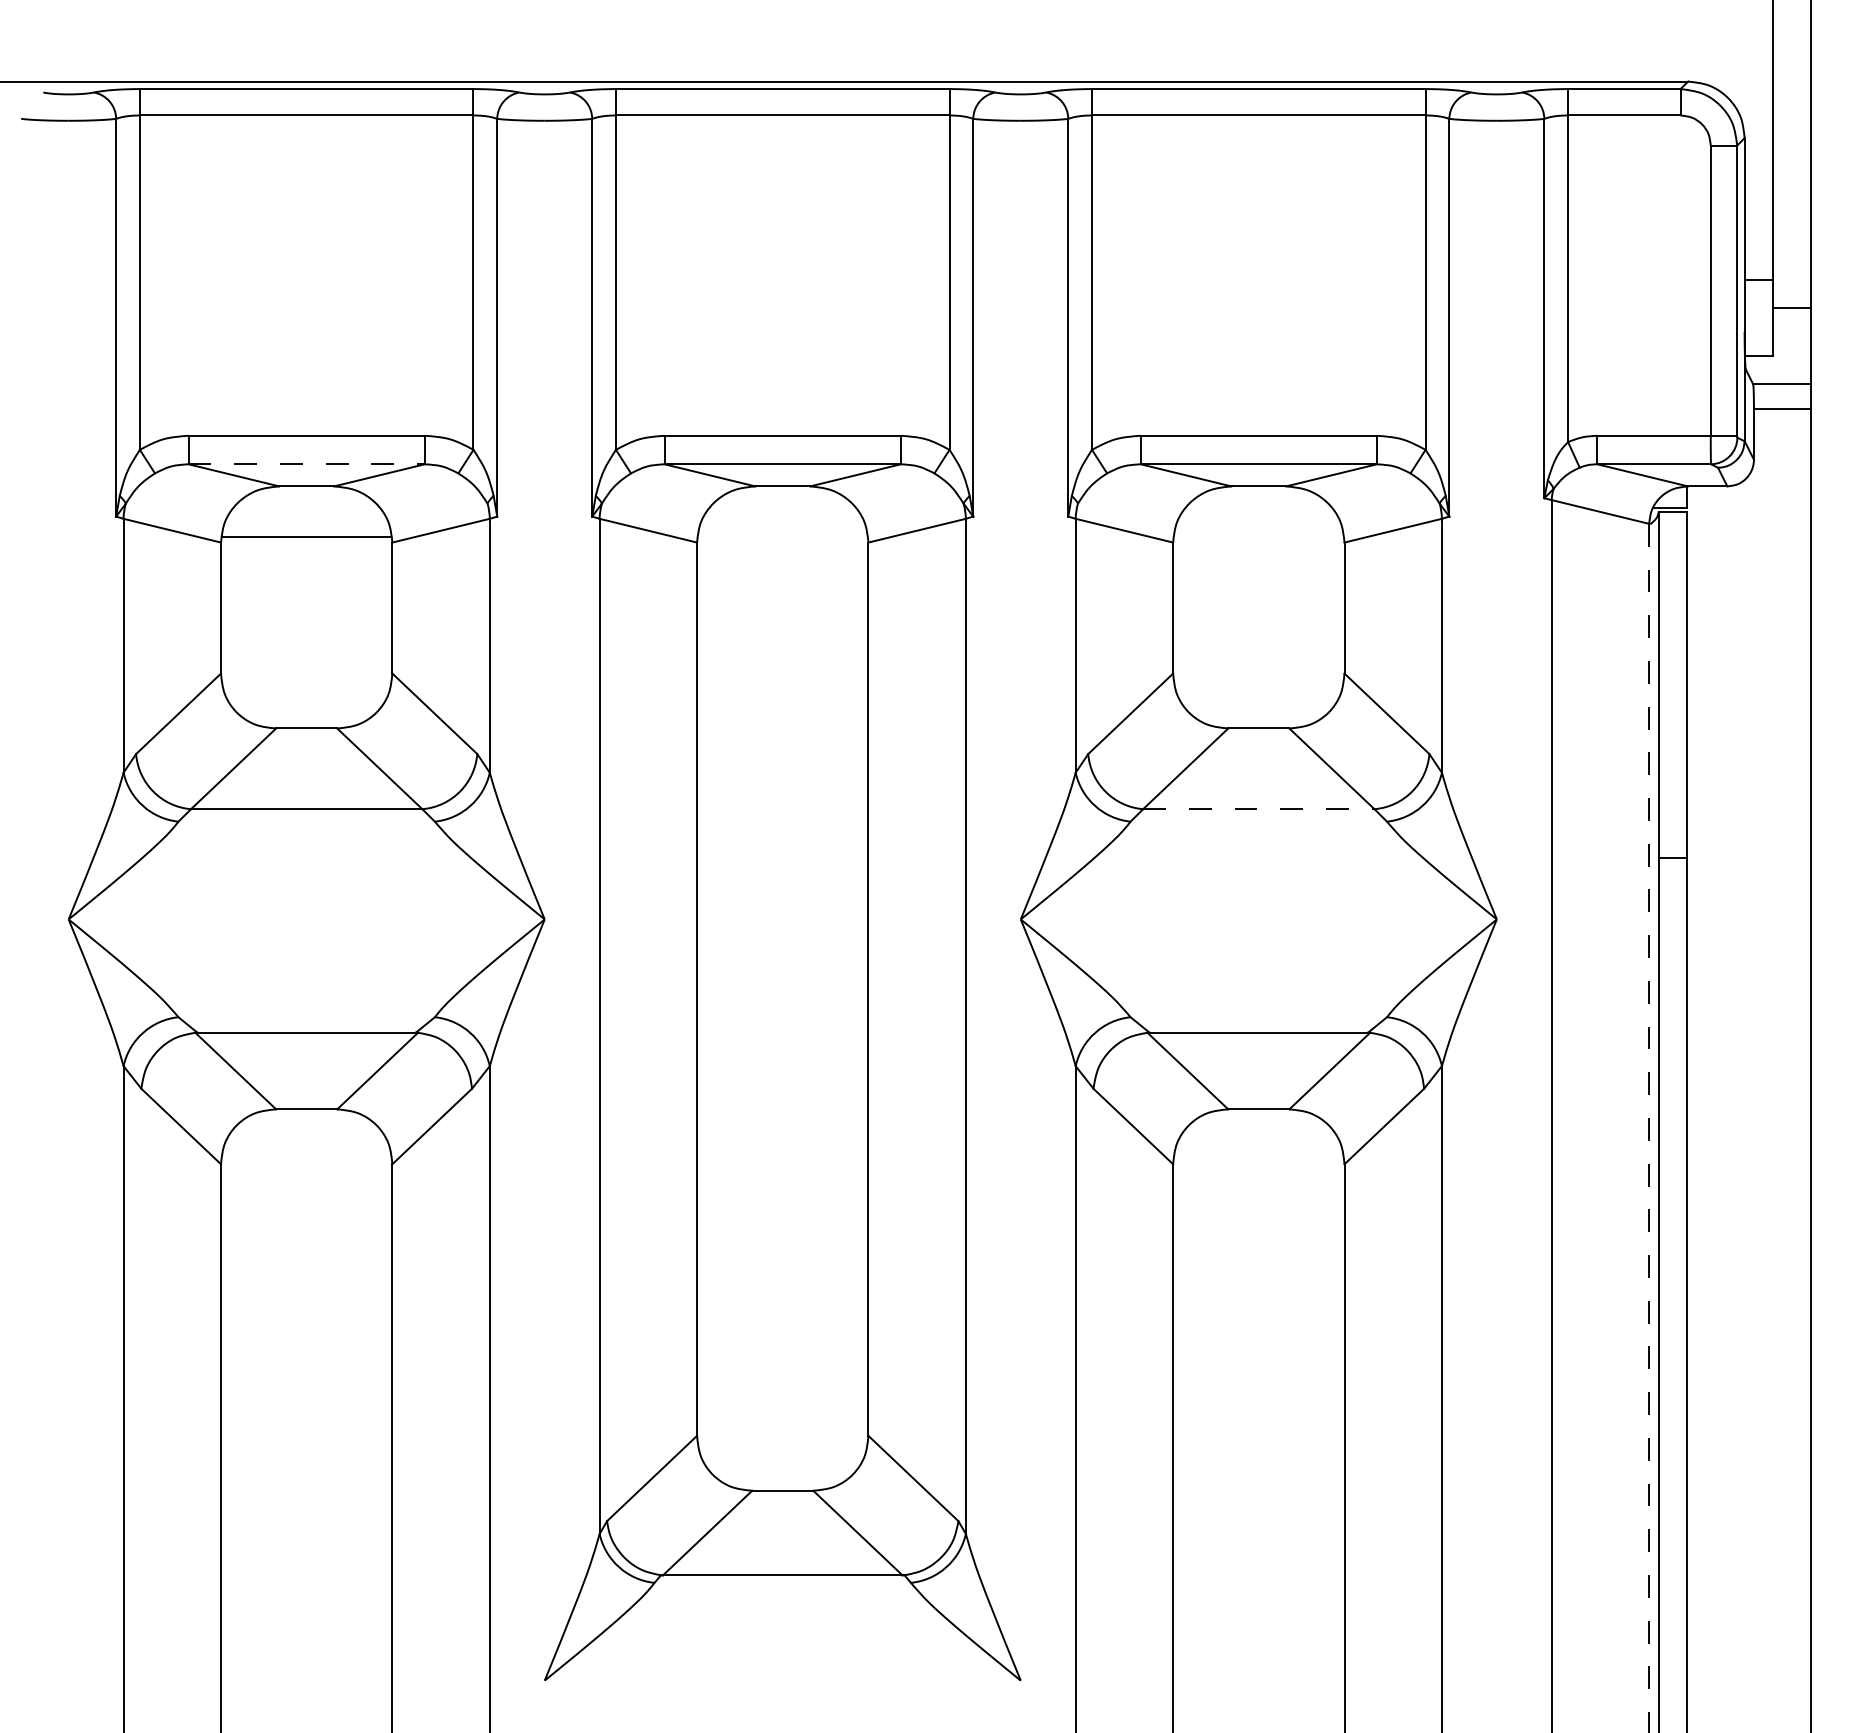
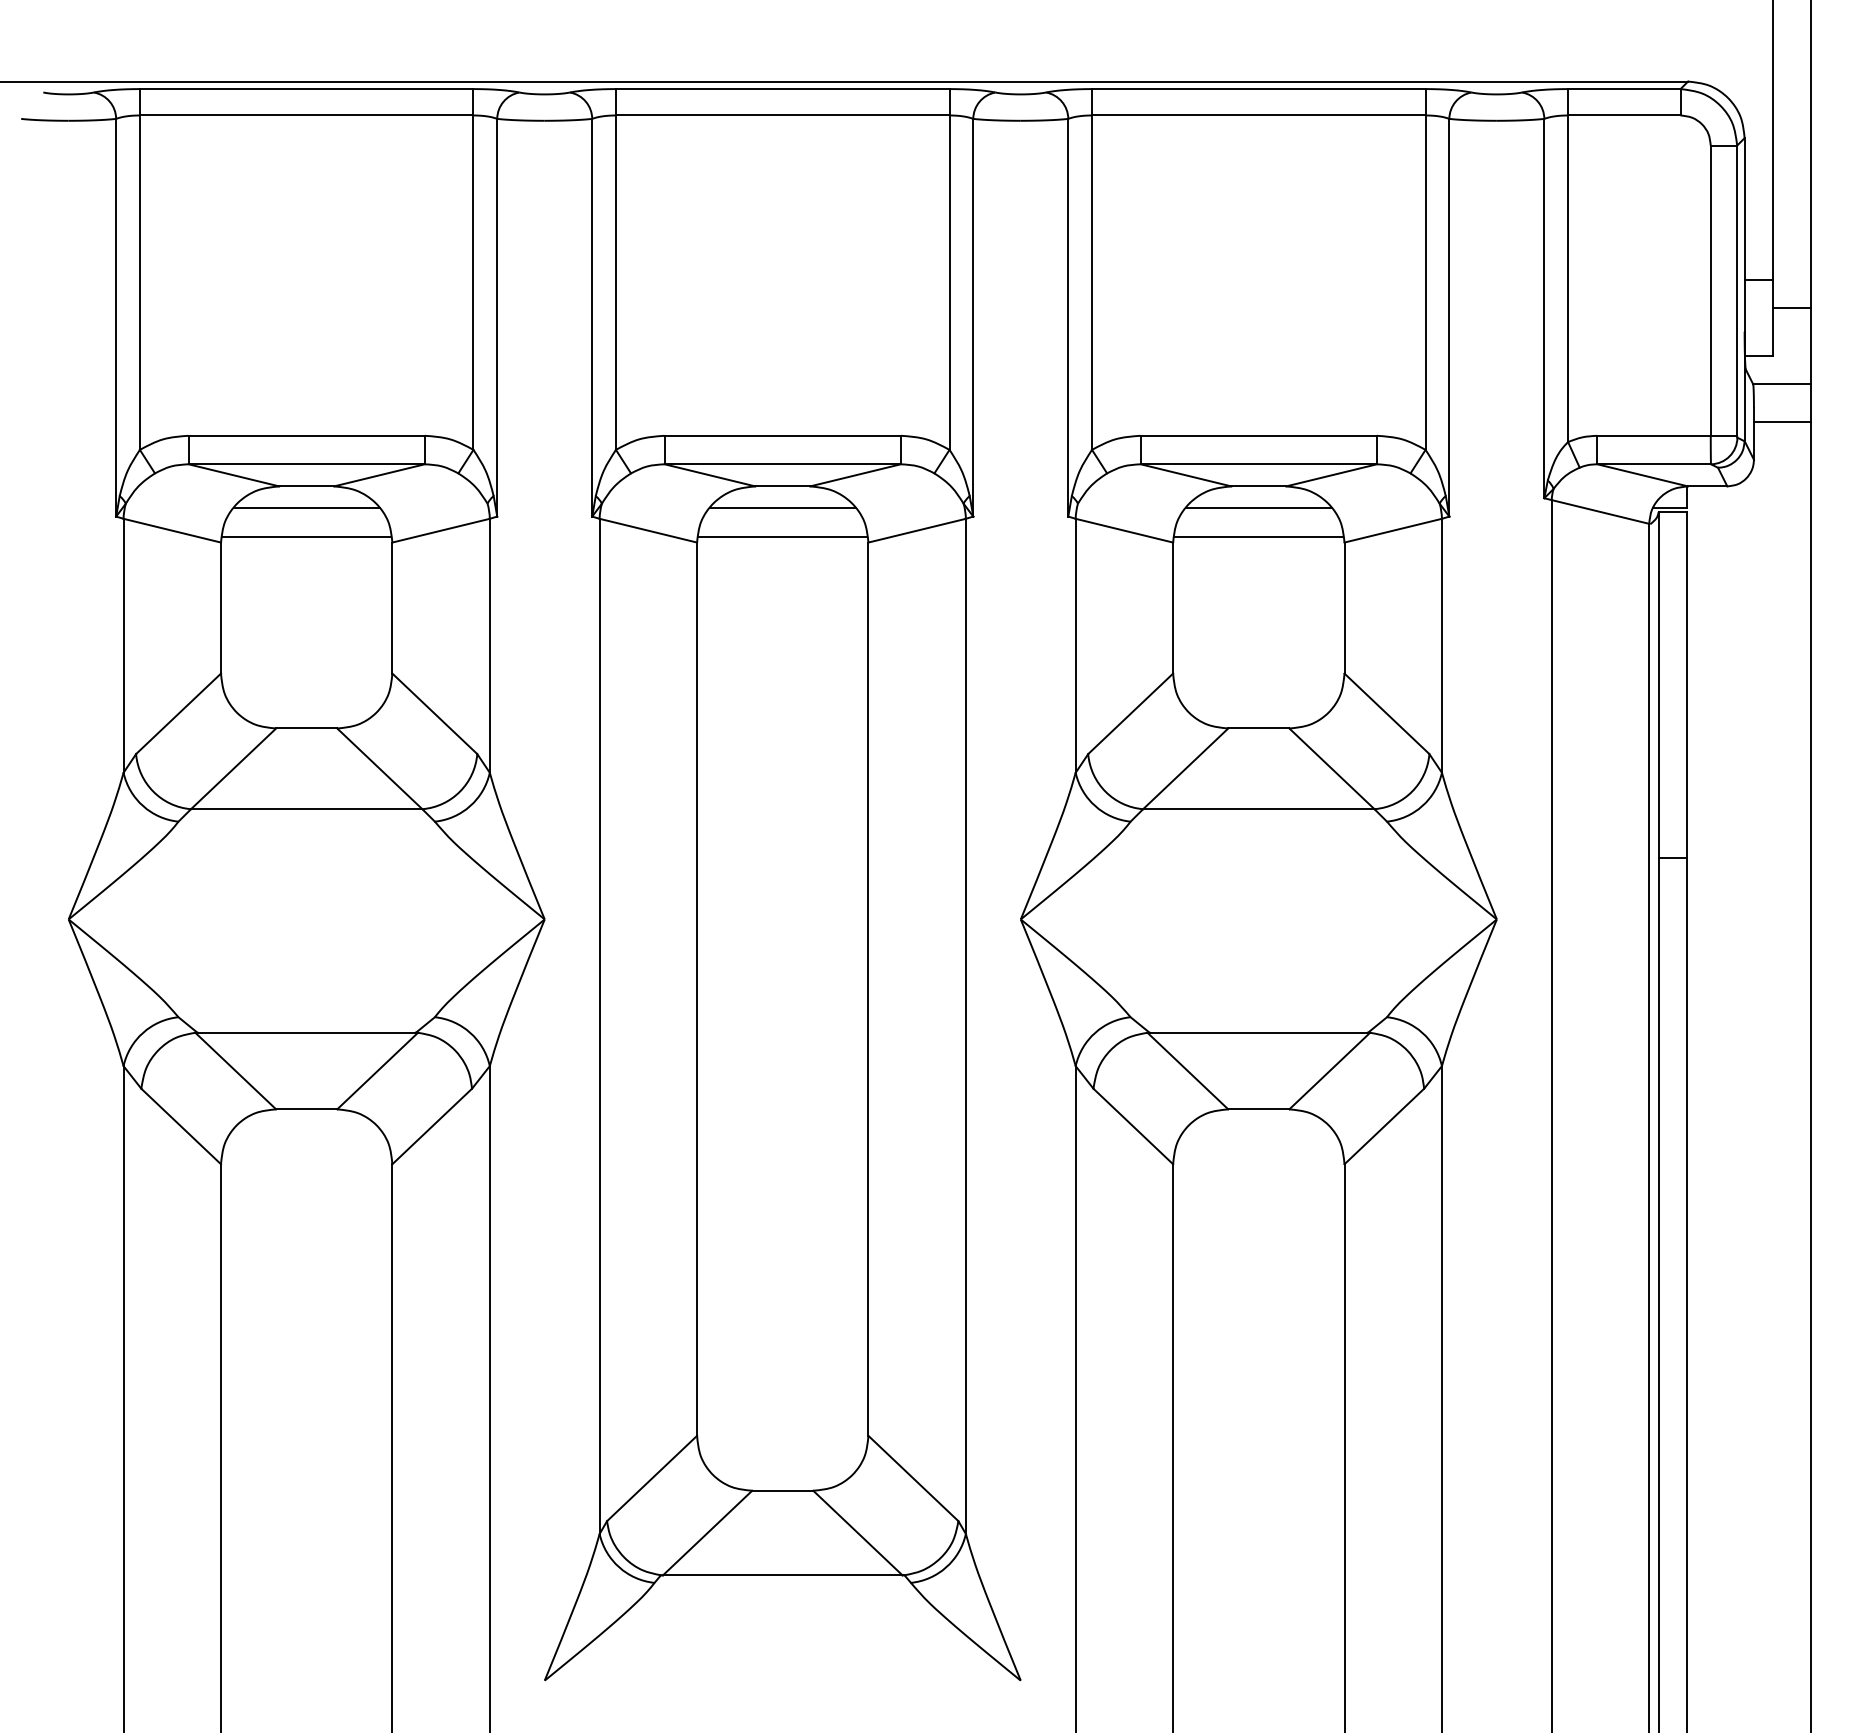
line at (1781, 409) position: (1781, 409) -> (1781, 422)
line at (307, 464): dashed -> solid
line at (306, 508): none -> present
line at (782, 508): none -> present
line at (1258, 508): none -> present
line at (782, 536): none -> present
line at (1258, 536): none -> present
line at (1258, 809): dashed -> solid
line at (1649, 1128): dashed -> solid
